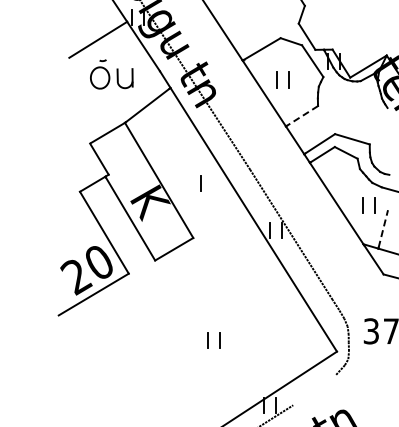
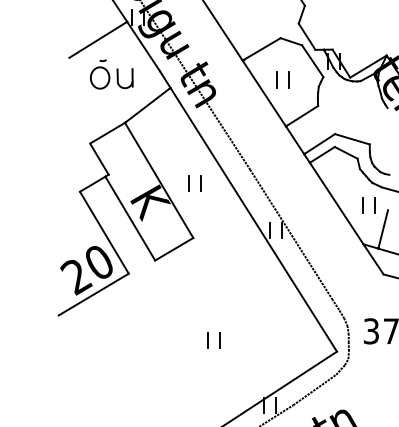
line at (302, 116): dashed -> solid
line at (188, 183): none -> present
line at (383, 228): dashed -> solid
line at (314, 389): none -> present
